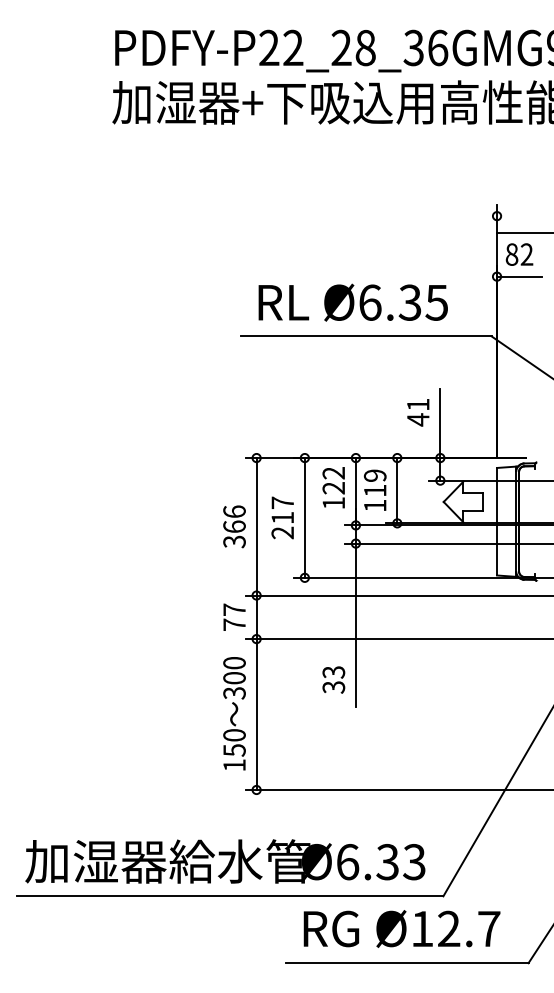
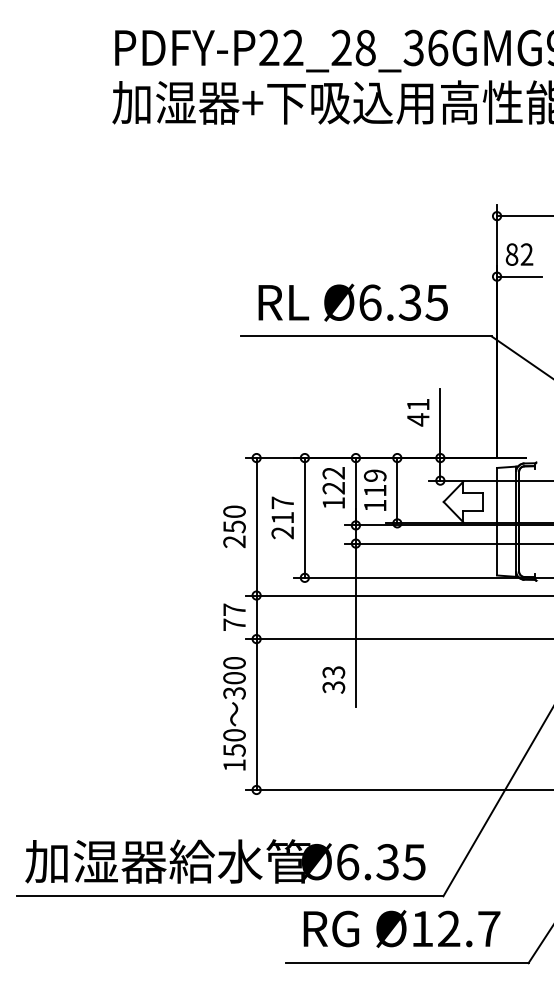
line at (523, 233) position: (523, 233) -> (523, 216)
text at (234, 526): 366 -> 250
text at (414, 862): Ø6.33 -> Ø6.35
